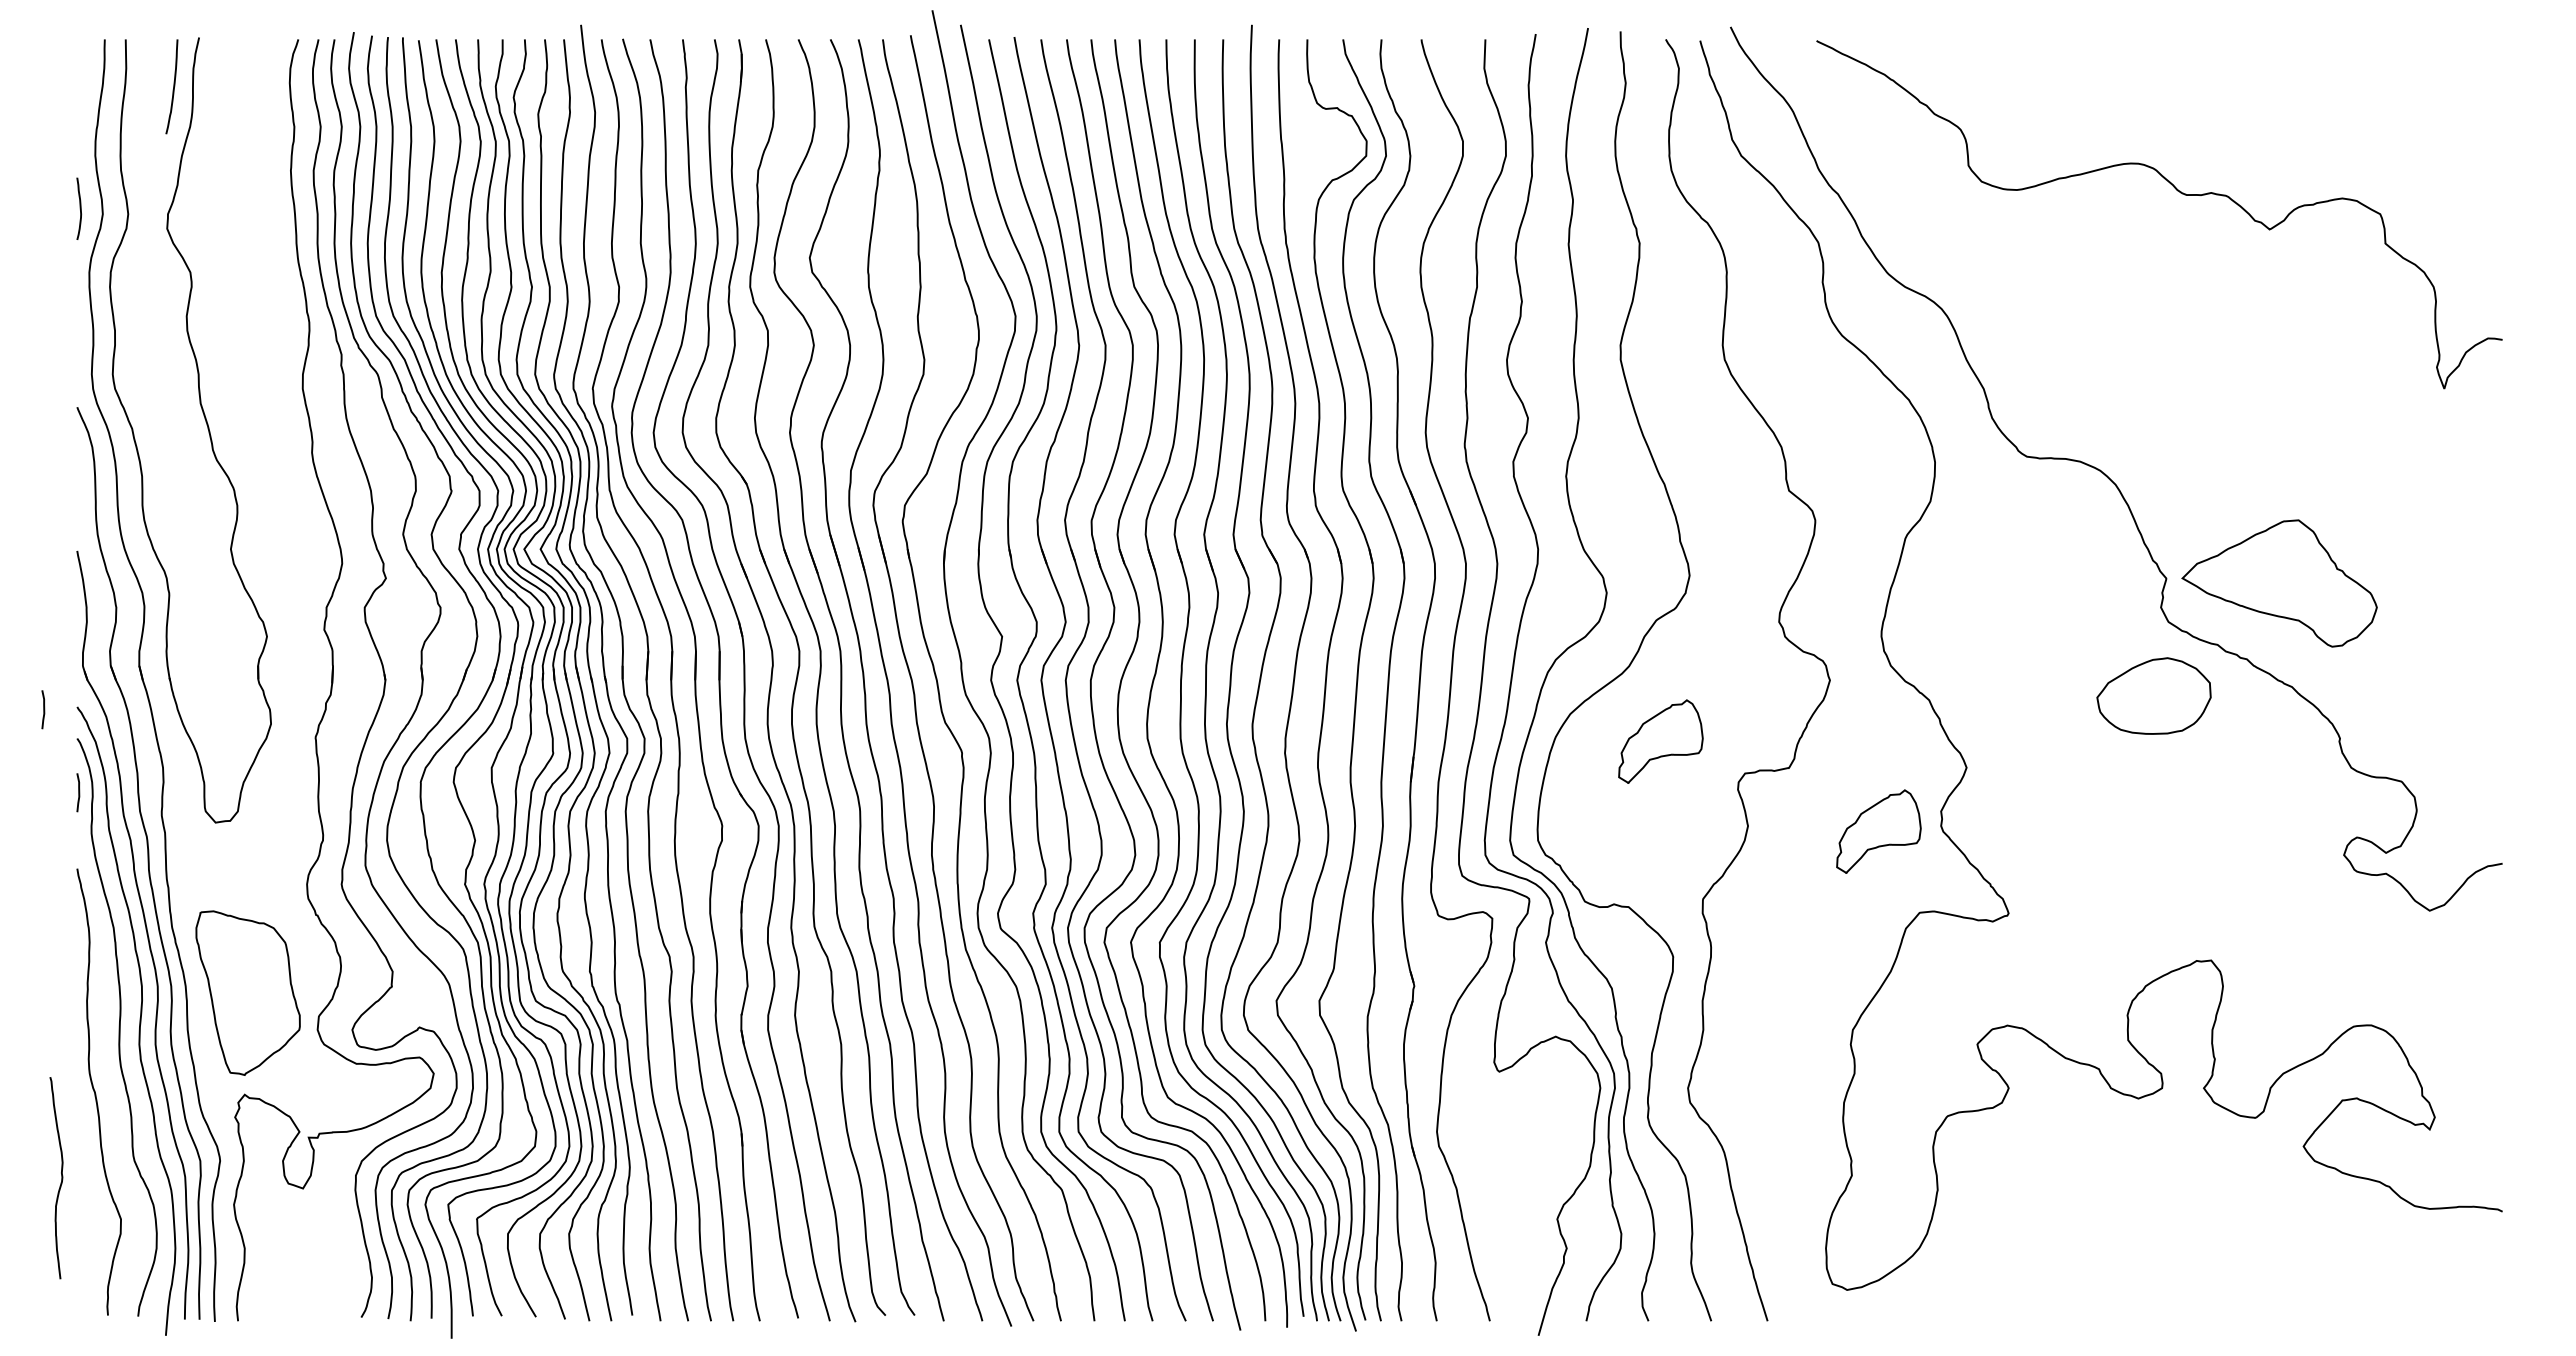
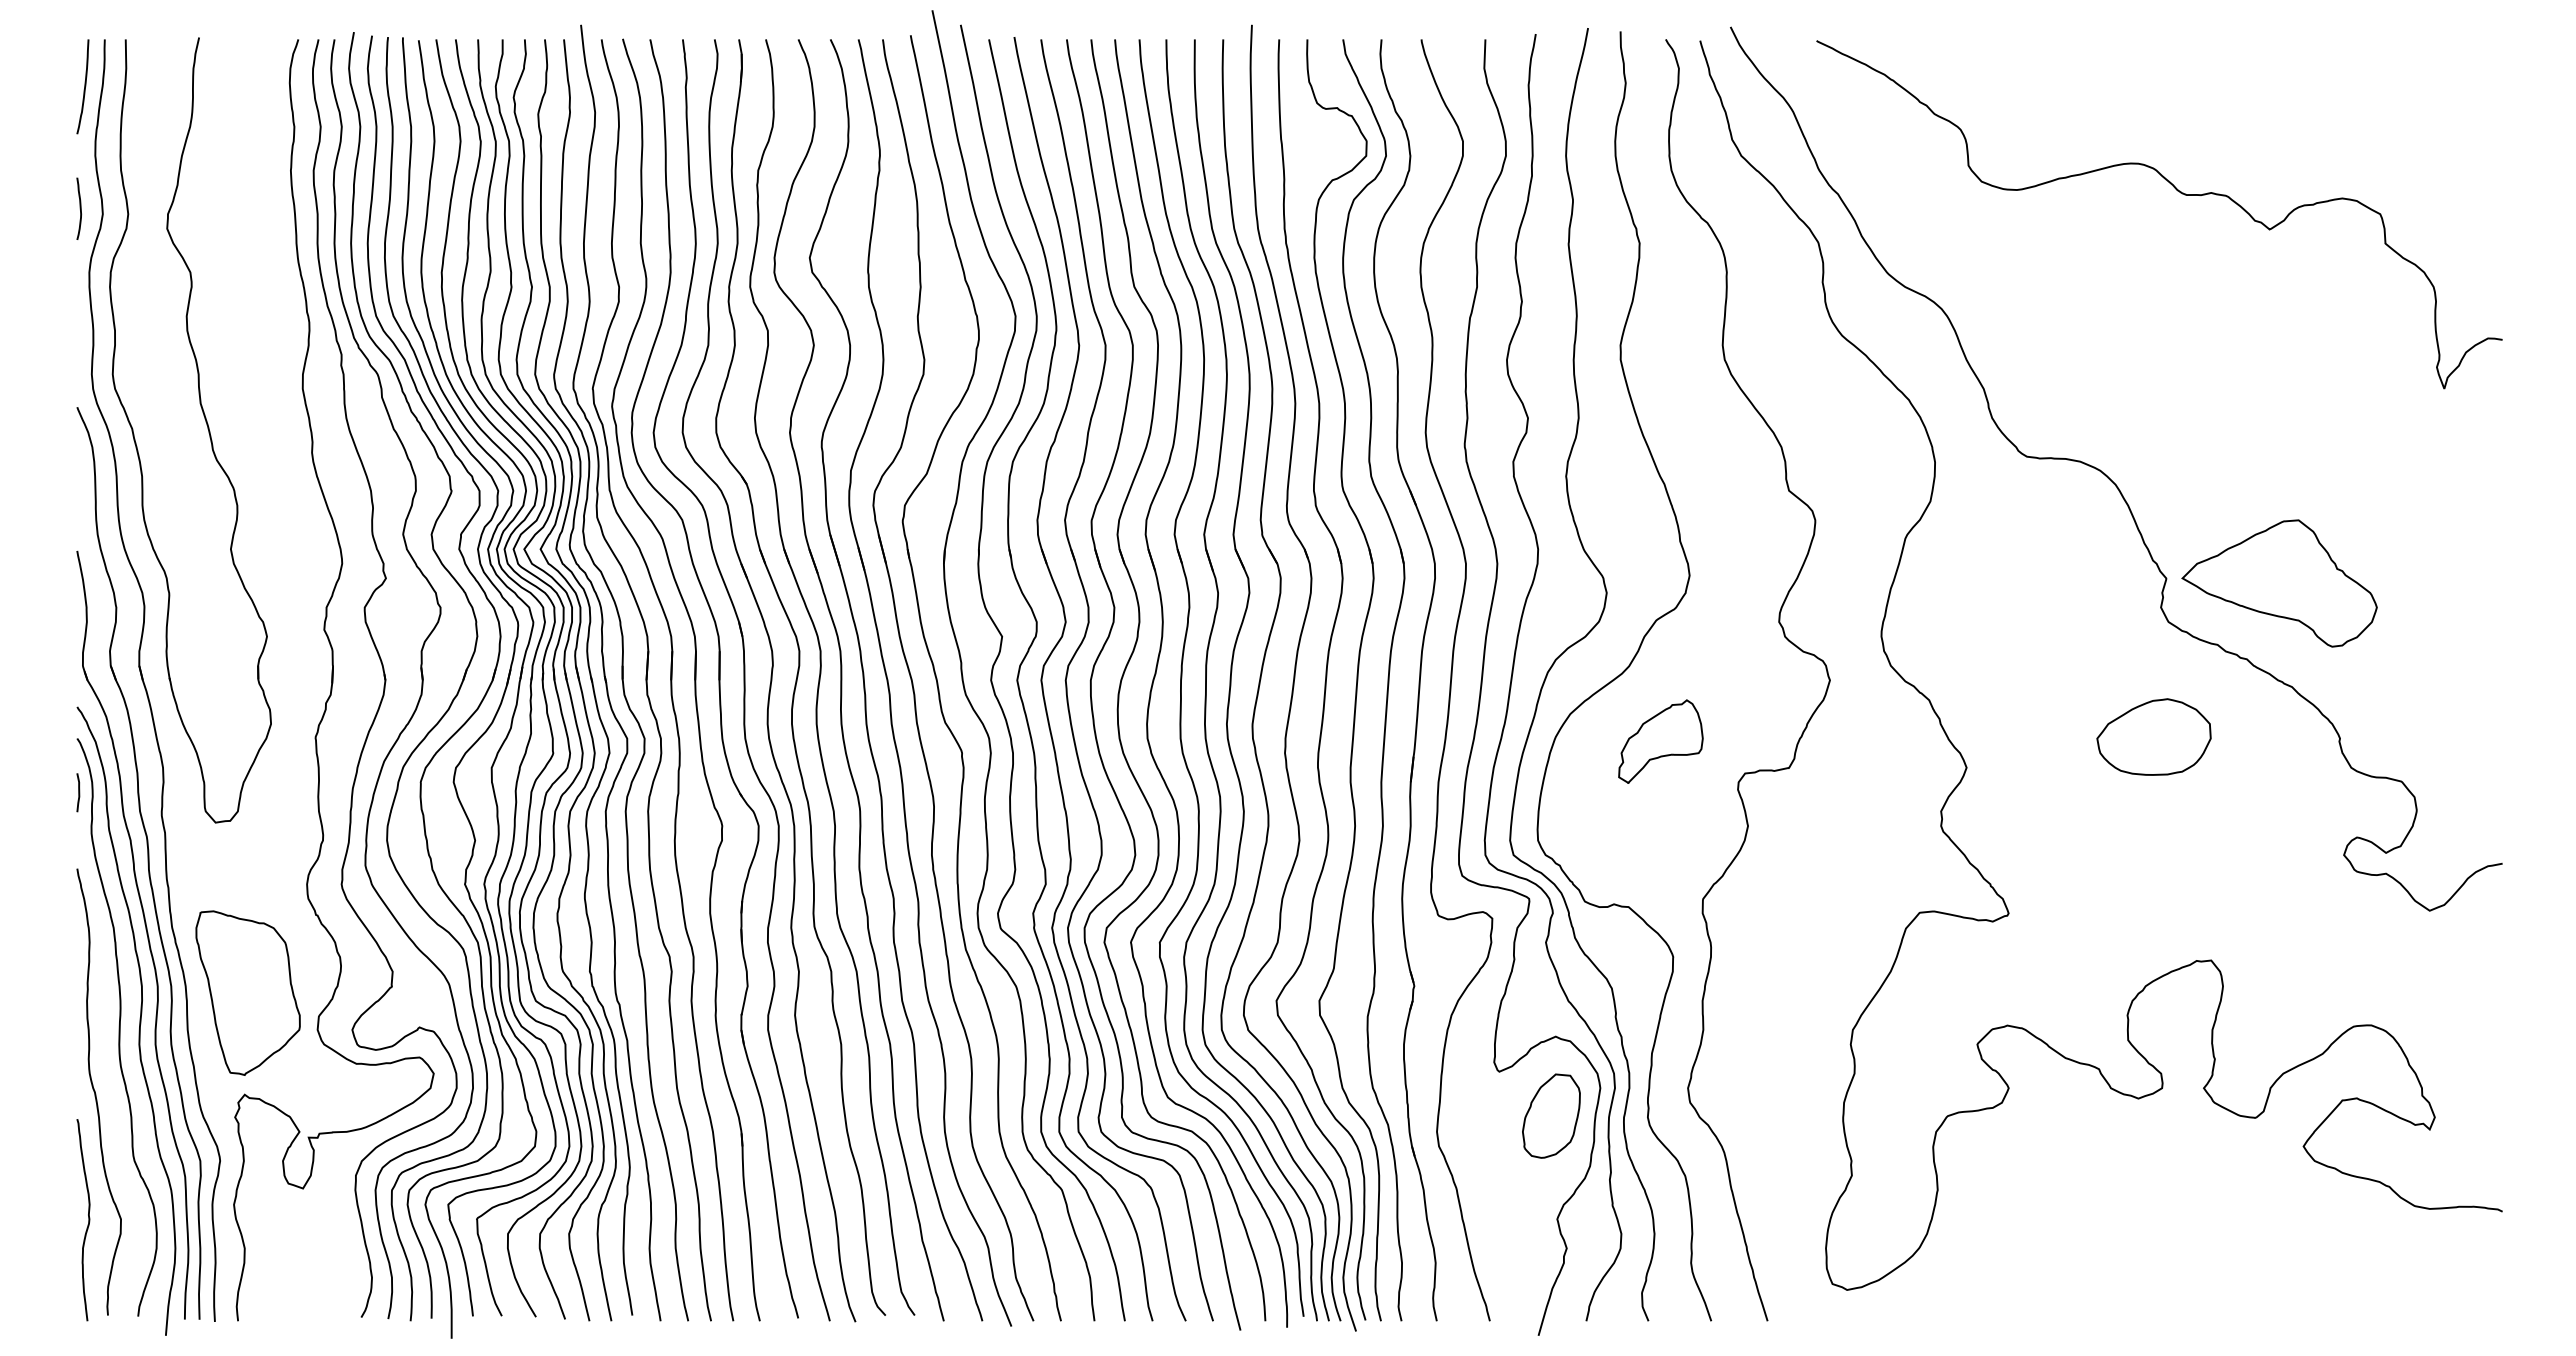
curve at (173, 86) position: (173, 86) -> (84, 86)
part at (2153, 695) position: (2153, 695) -> (2153, 736)
curve at (43, 709): present -> none
part at (1878, 831): present -> none
part at (1551, 1115): none -> present
curve at (61, 1178) position: (61, 1178) -> (88, 1220)
